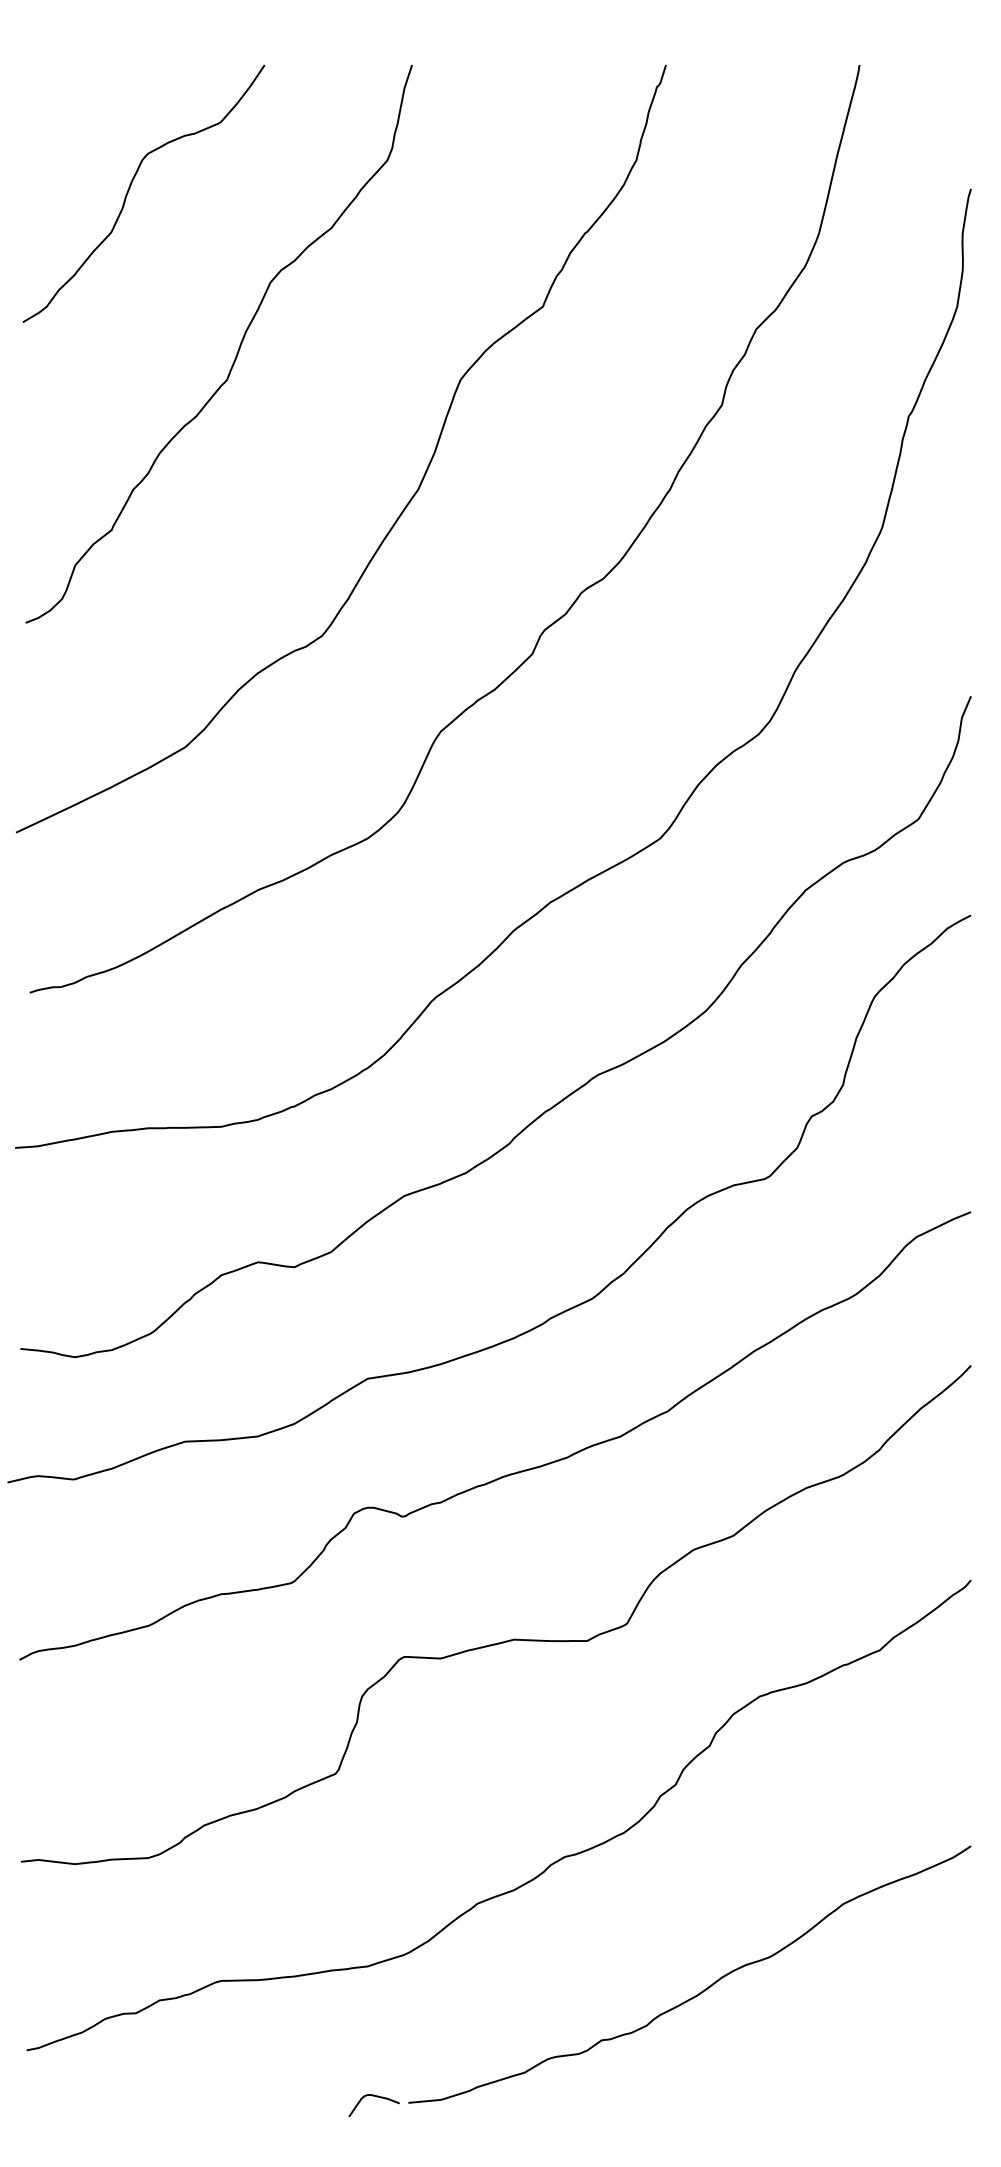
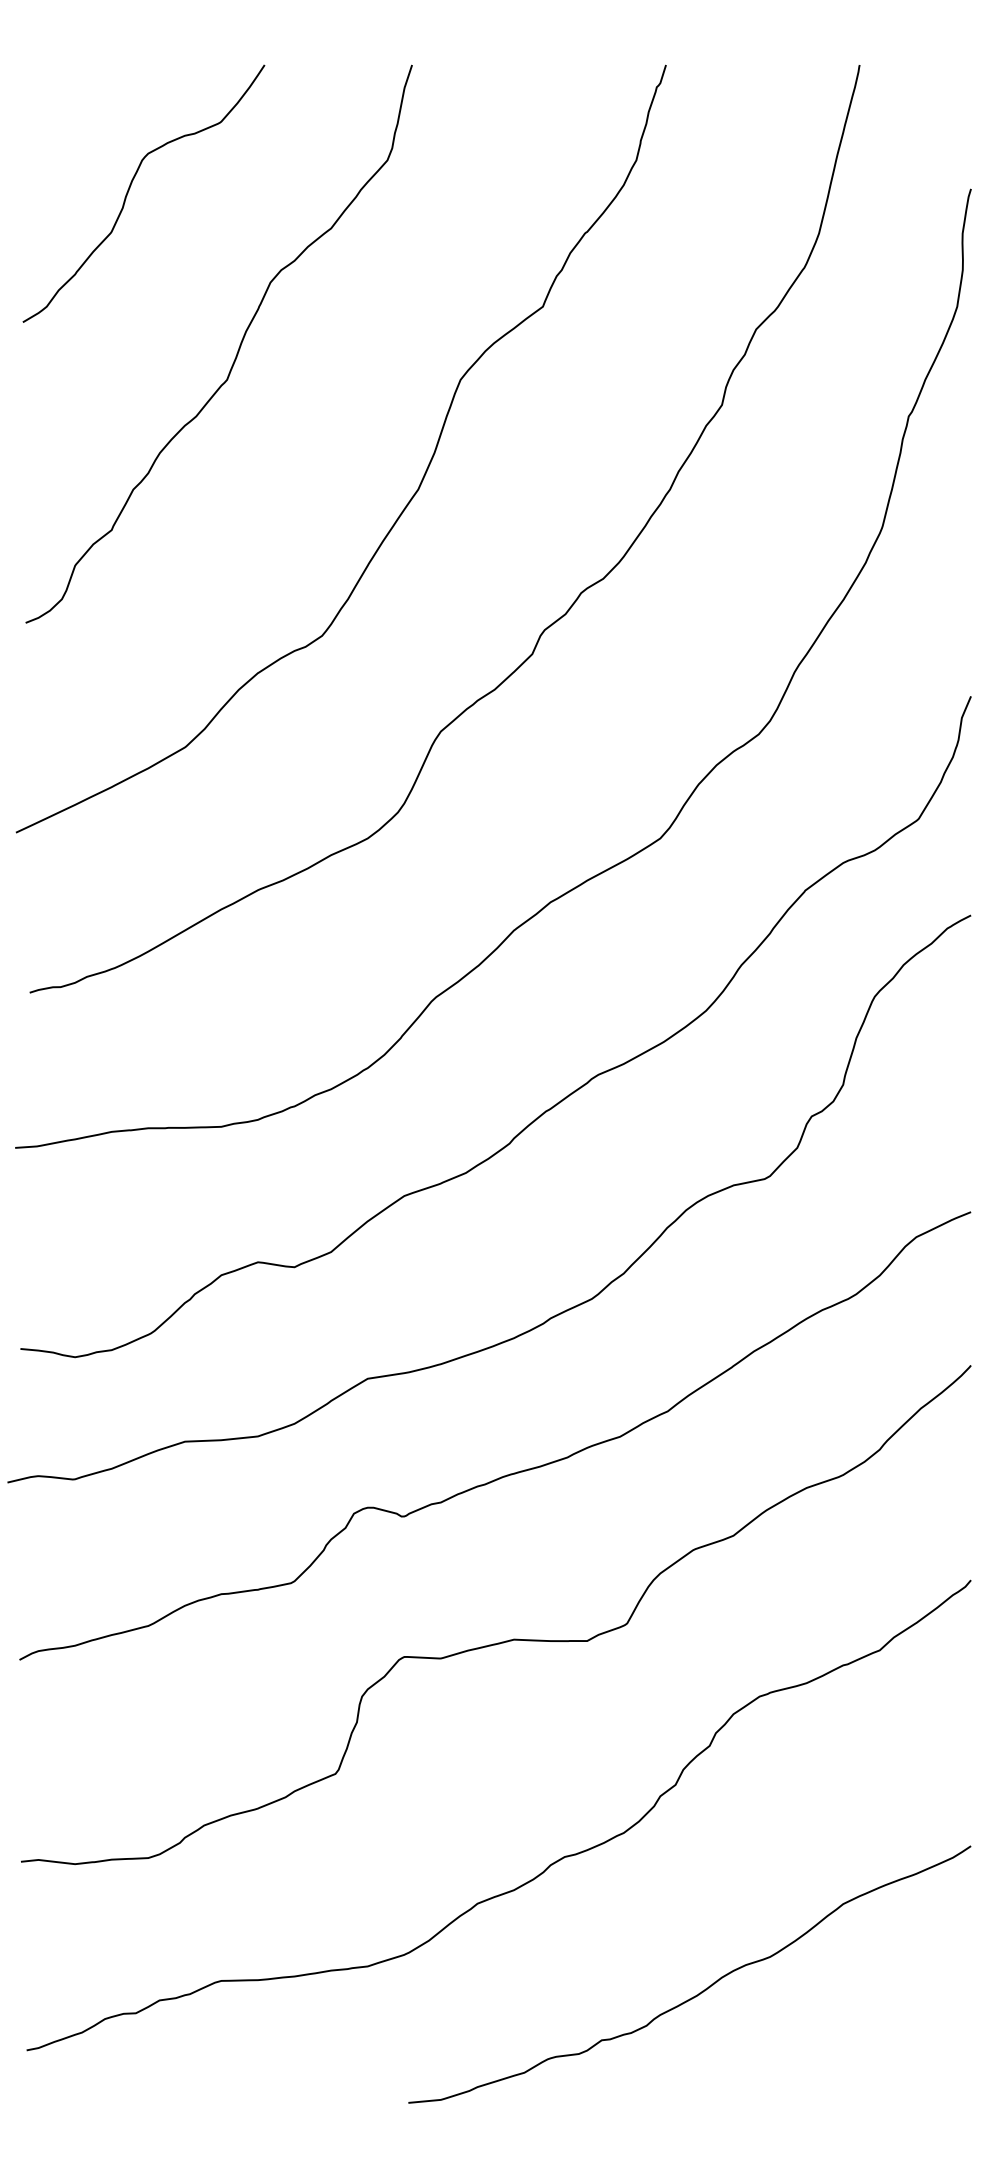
curve at (376, 2097): present -> none
